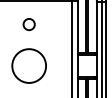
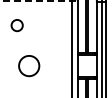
line at (39, 0): solid -> dashed
circle at (28, 24) position: (28, 24) -> (16, 25)
circle at (29, 65) diameter: 34 px -> 20 px
